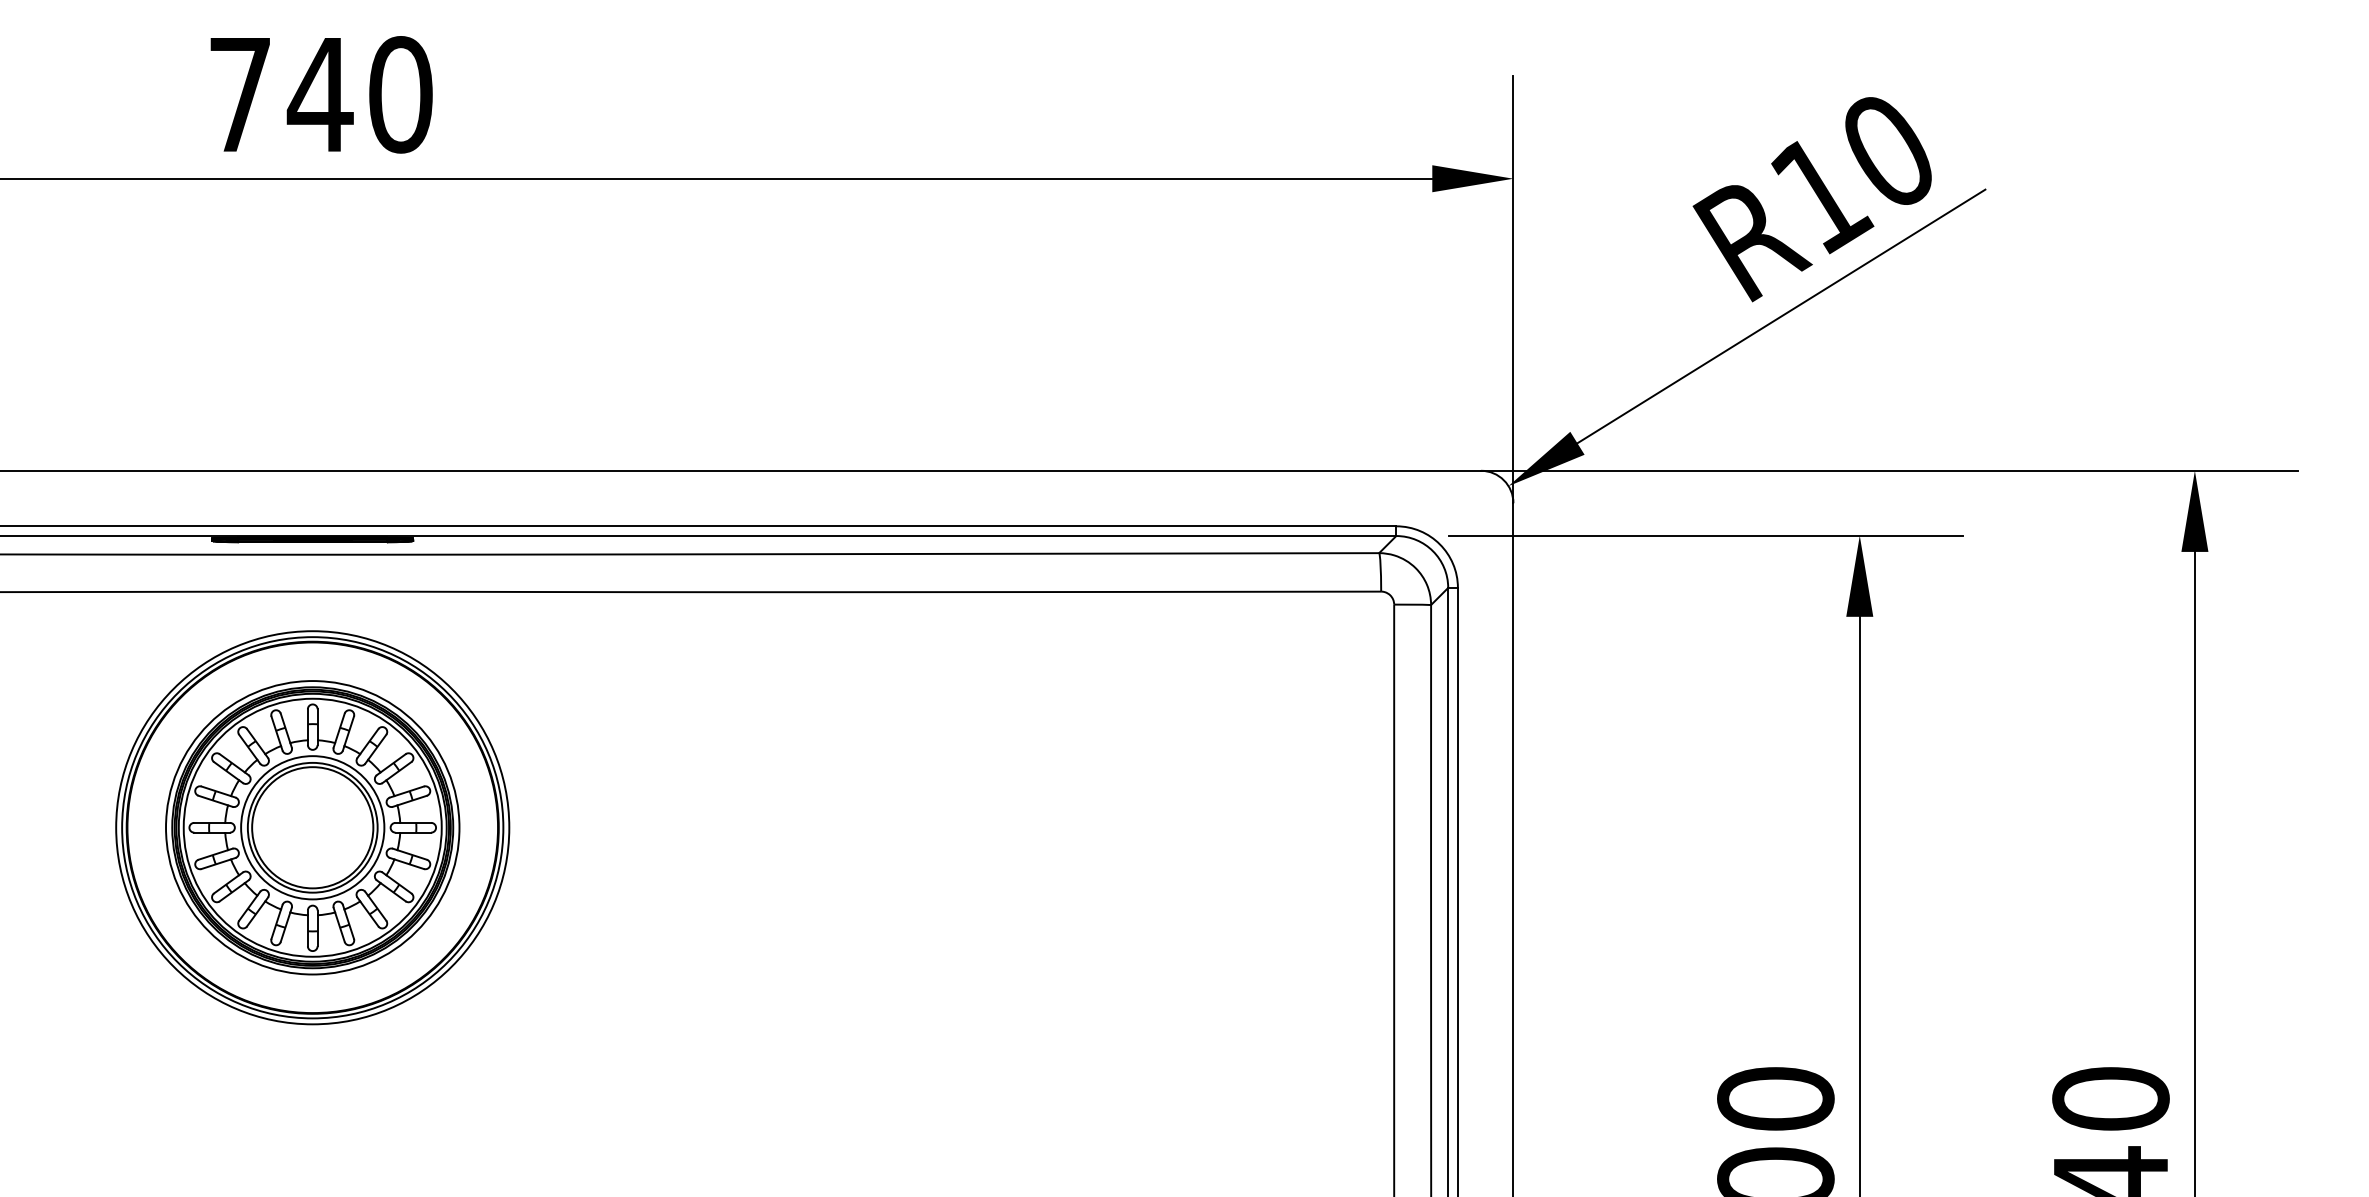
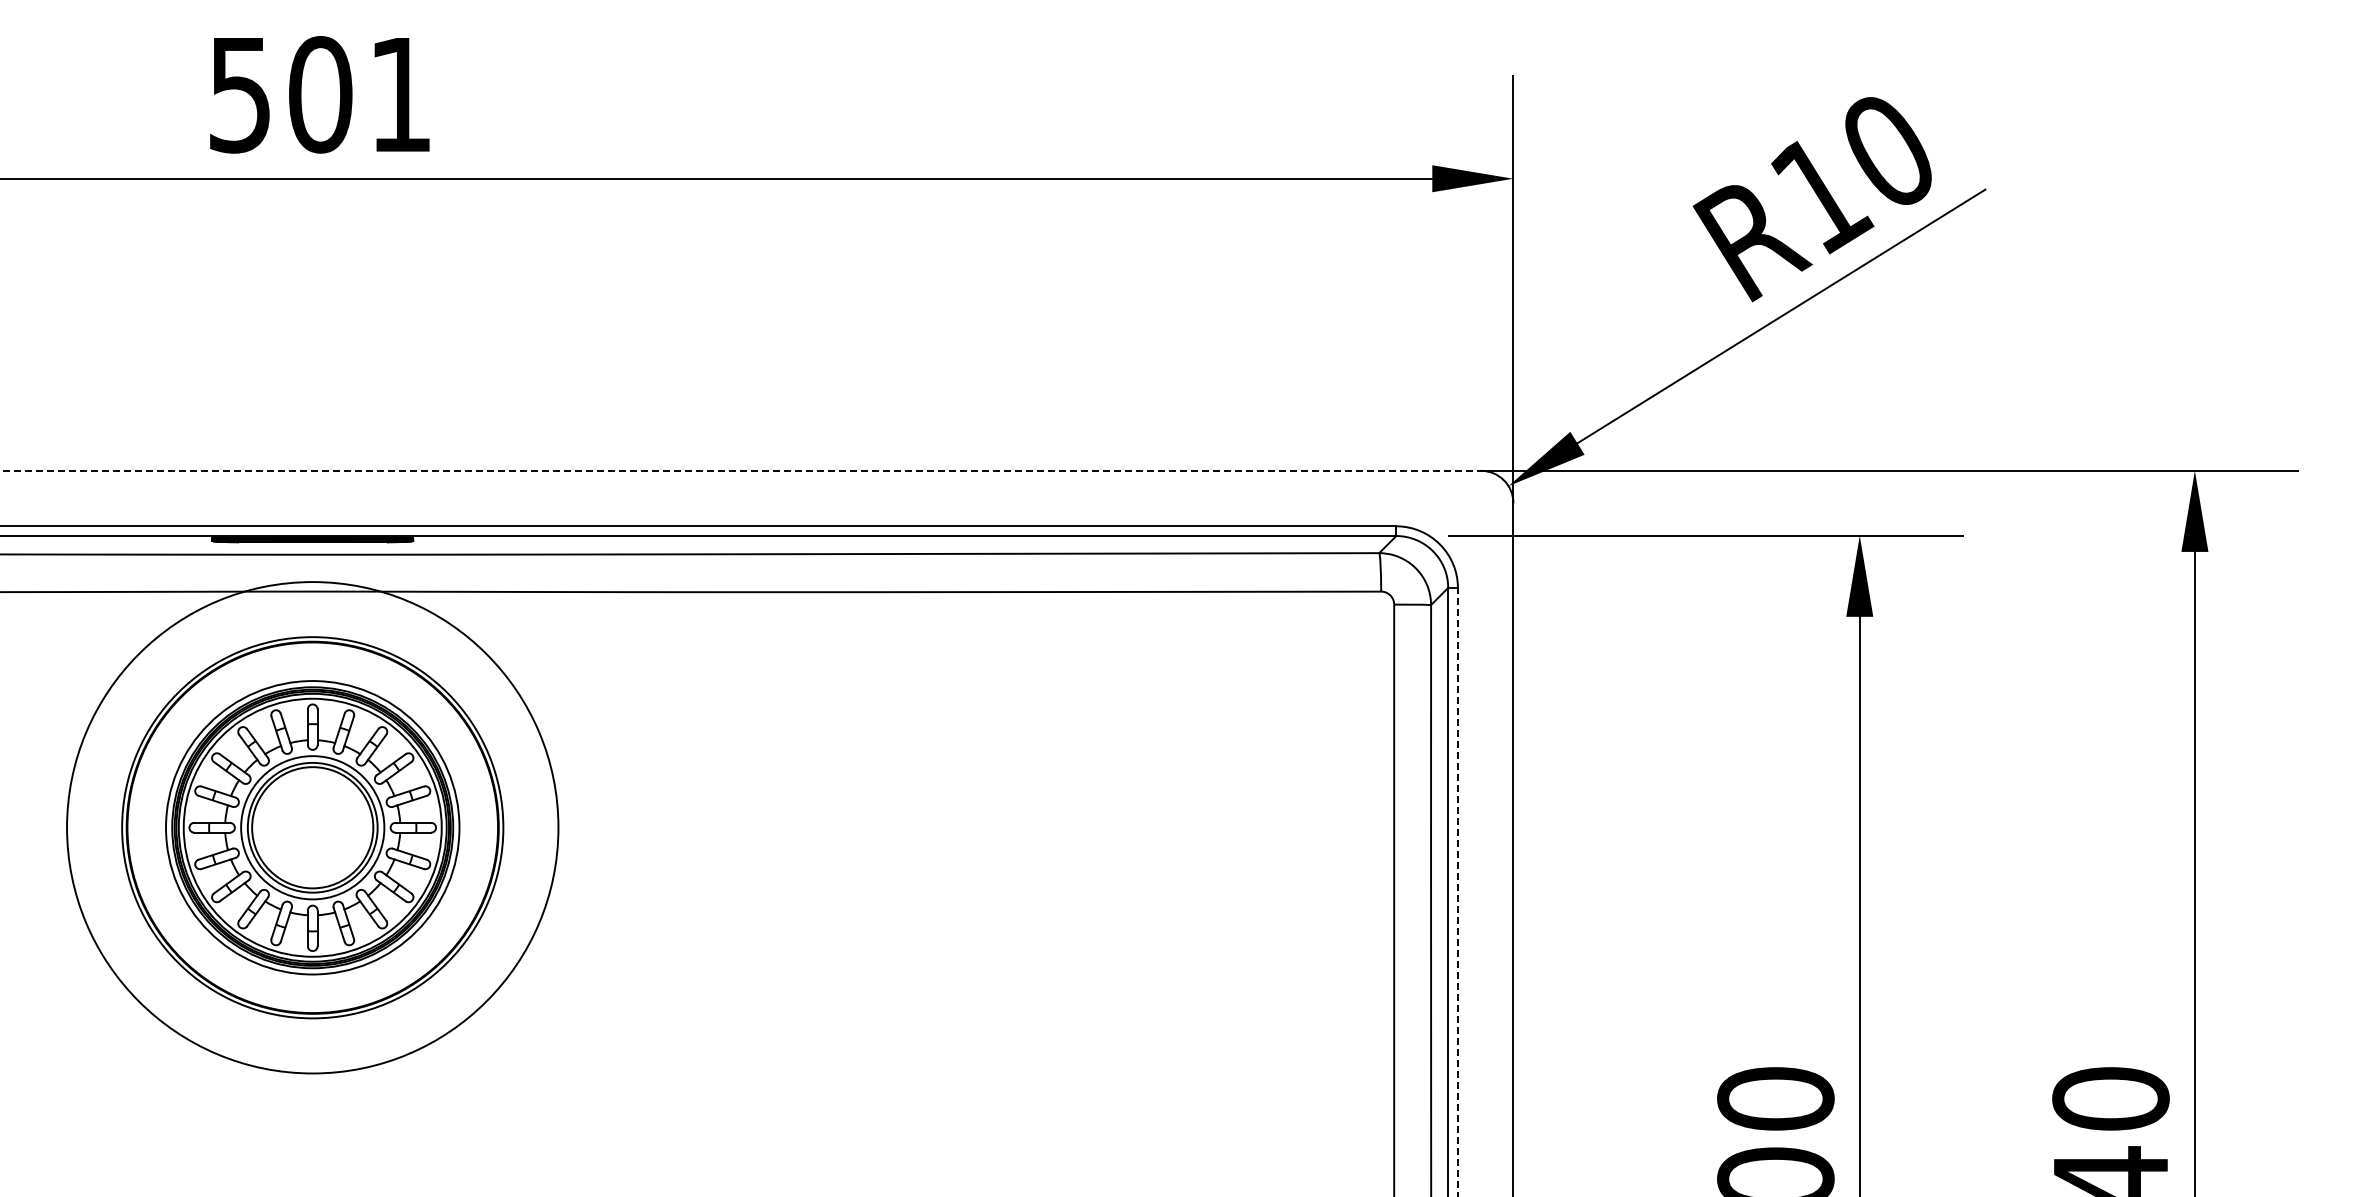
text at (321, 94): 740 -> 501
line at (741, 470): solid -> dashed
circle at (312, 827) diameter: 393 px -> 491 px
line at (1457, 891): solid -> dashed
